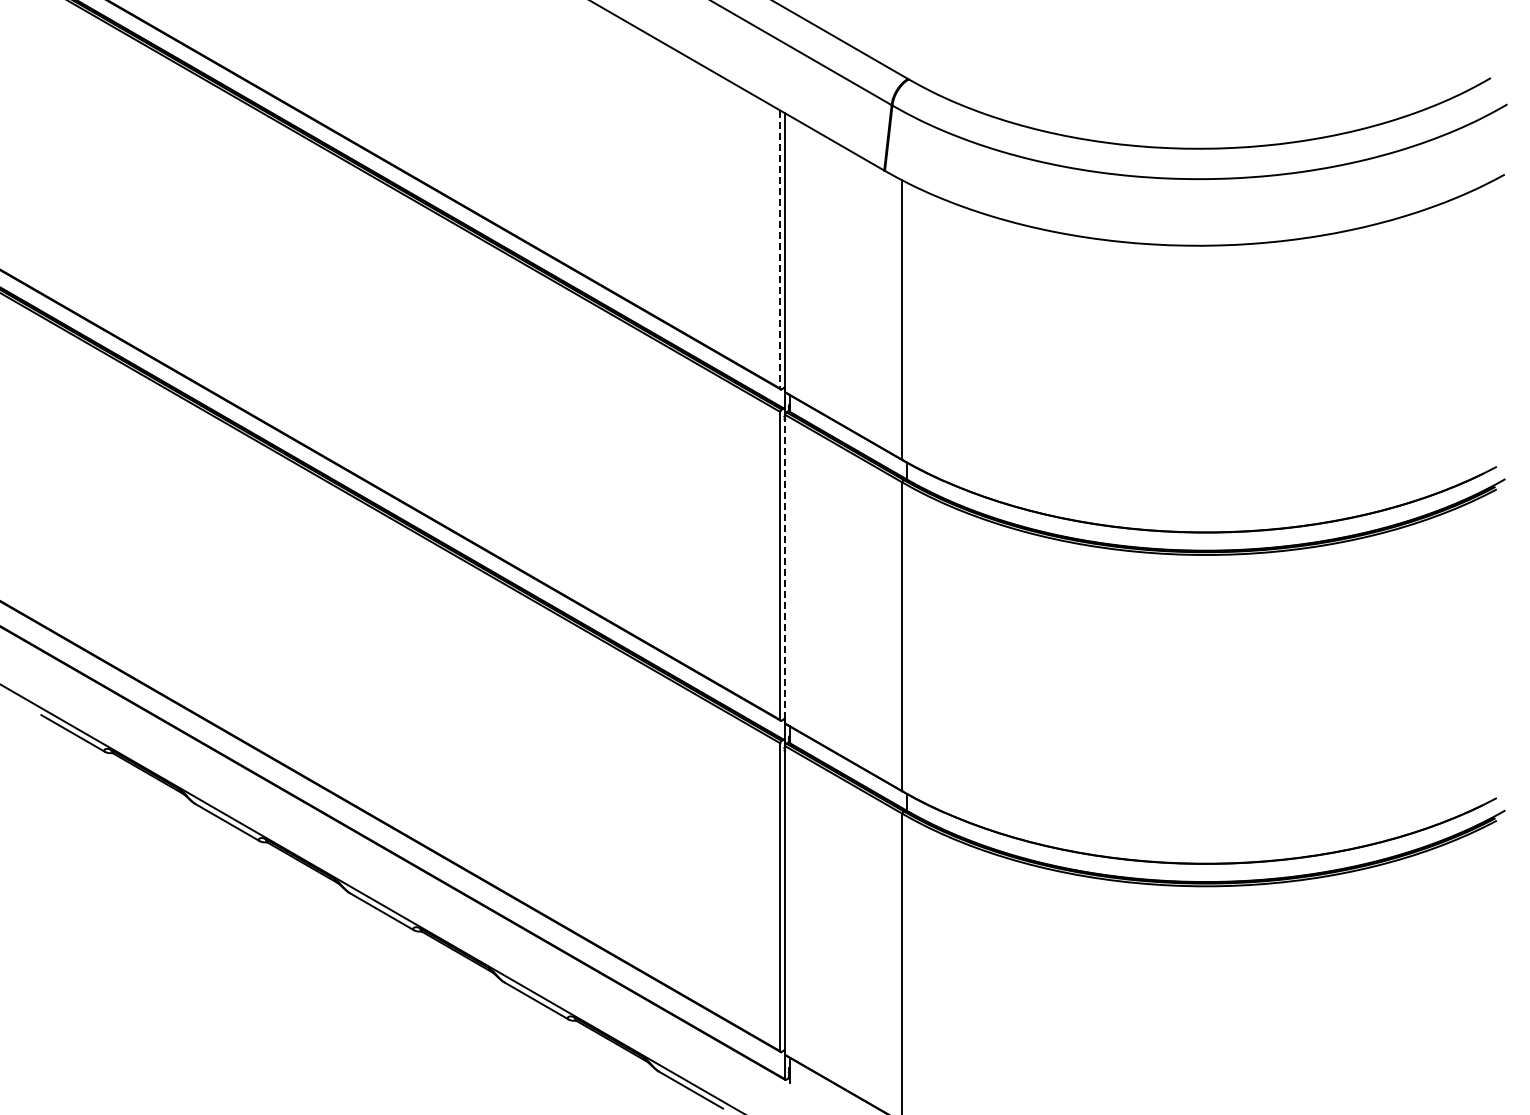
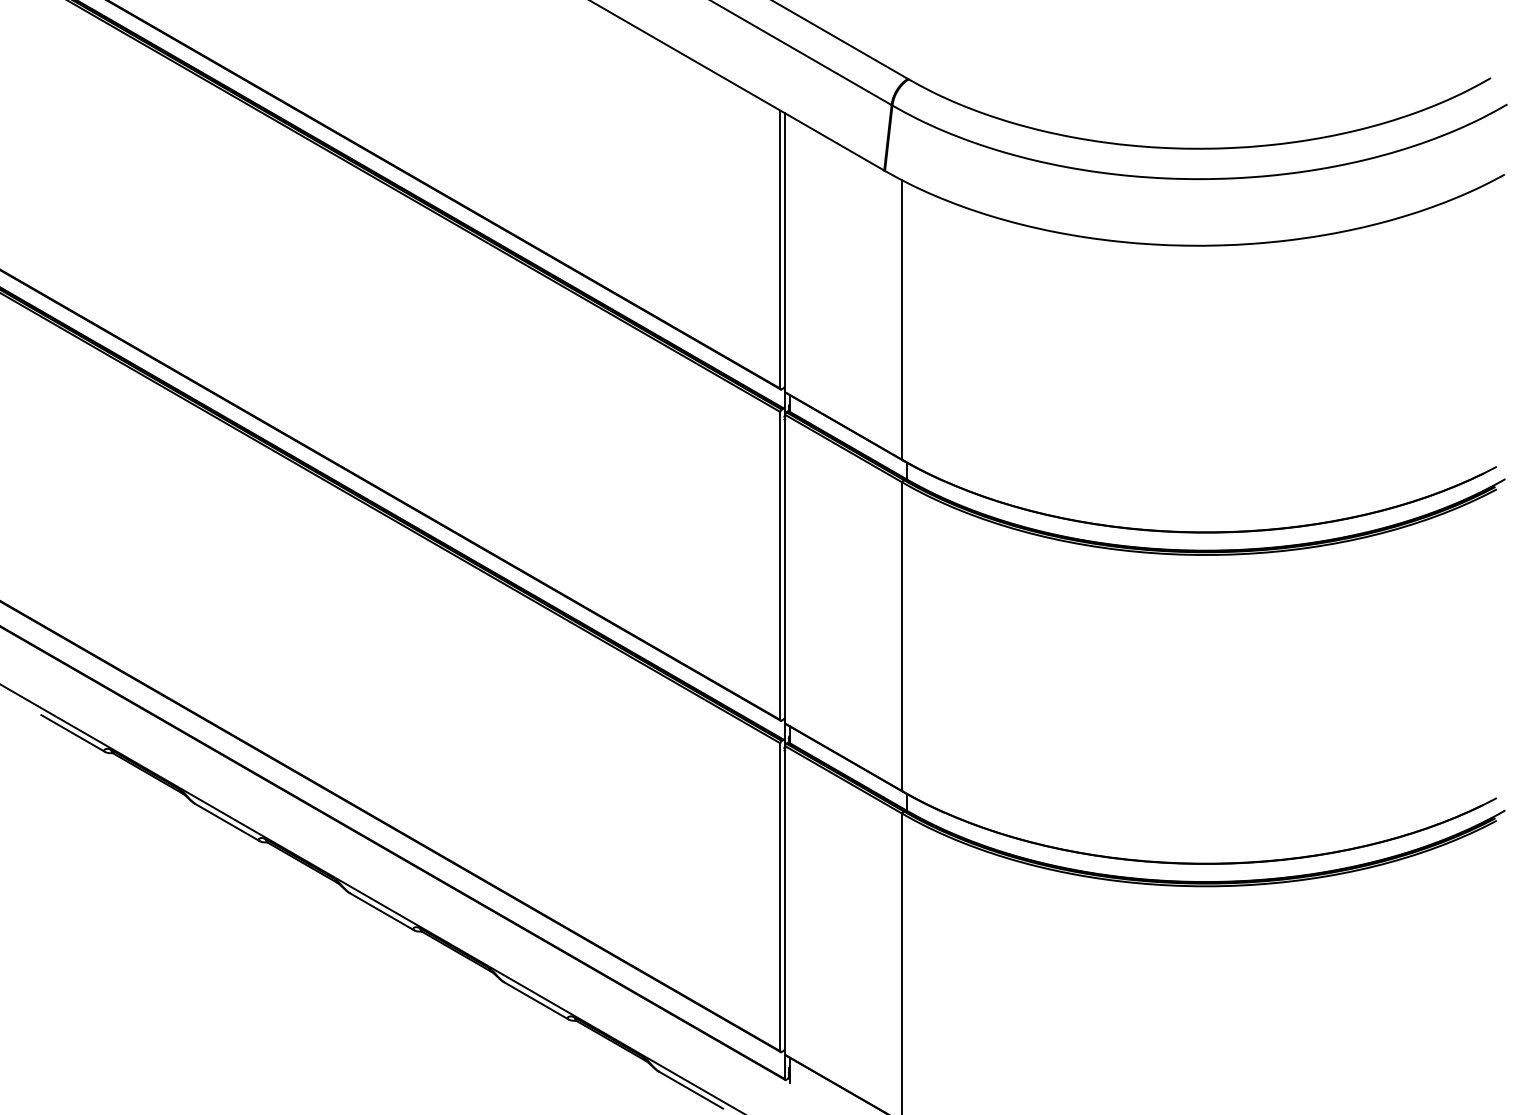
line at (780, 250): dashed -> solid
line at (785, 569): dashed -> solid
